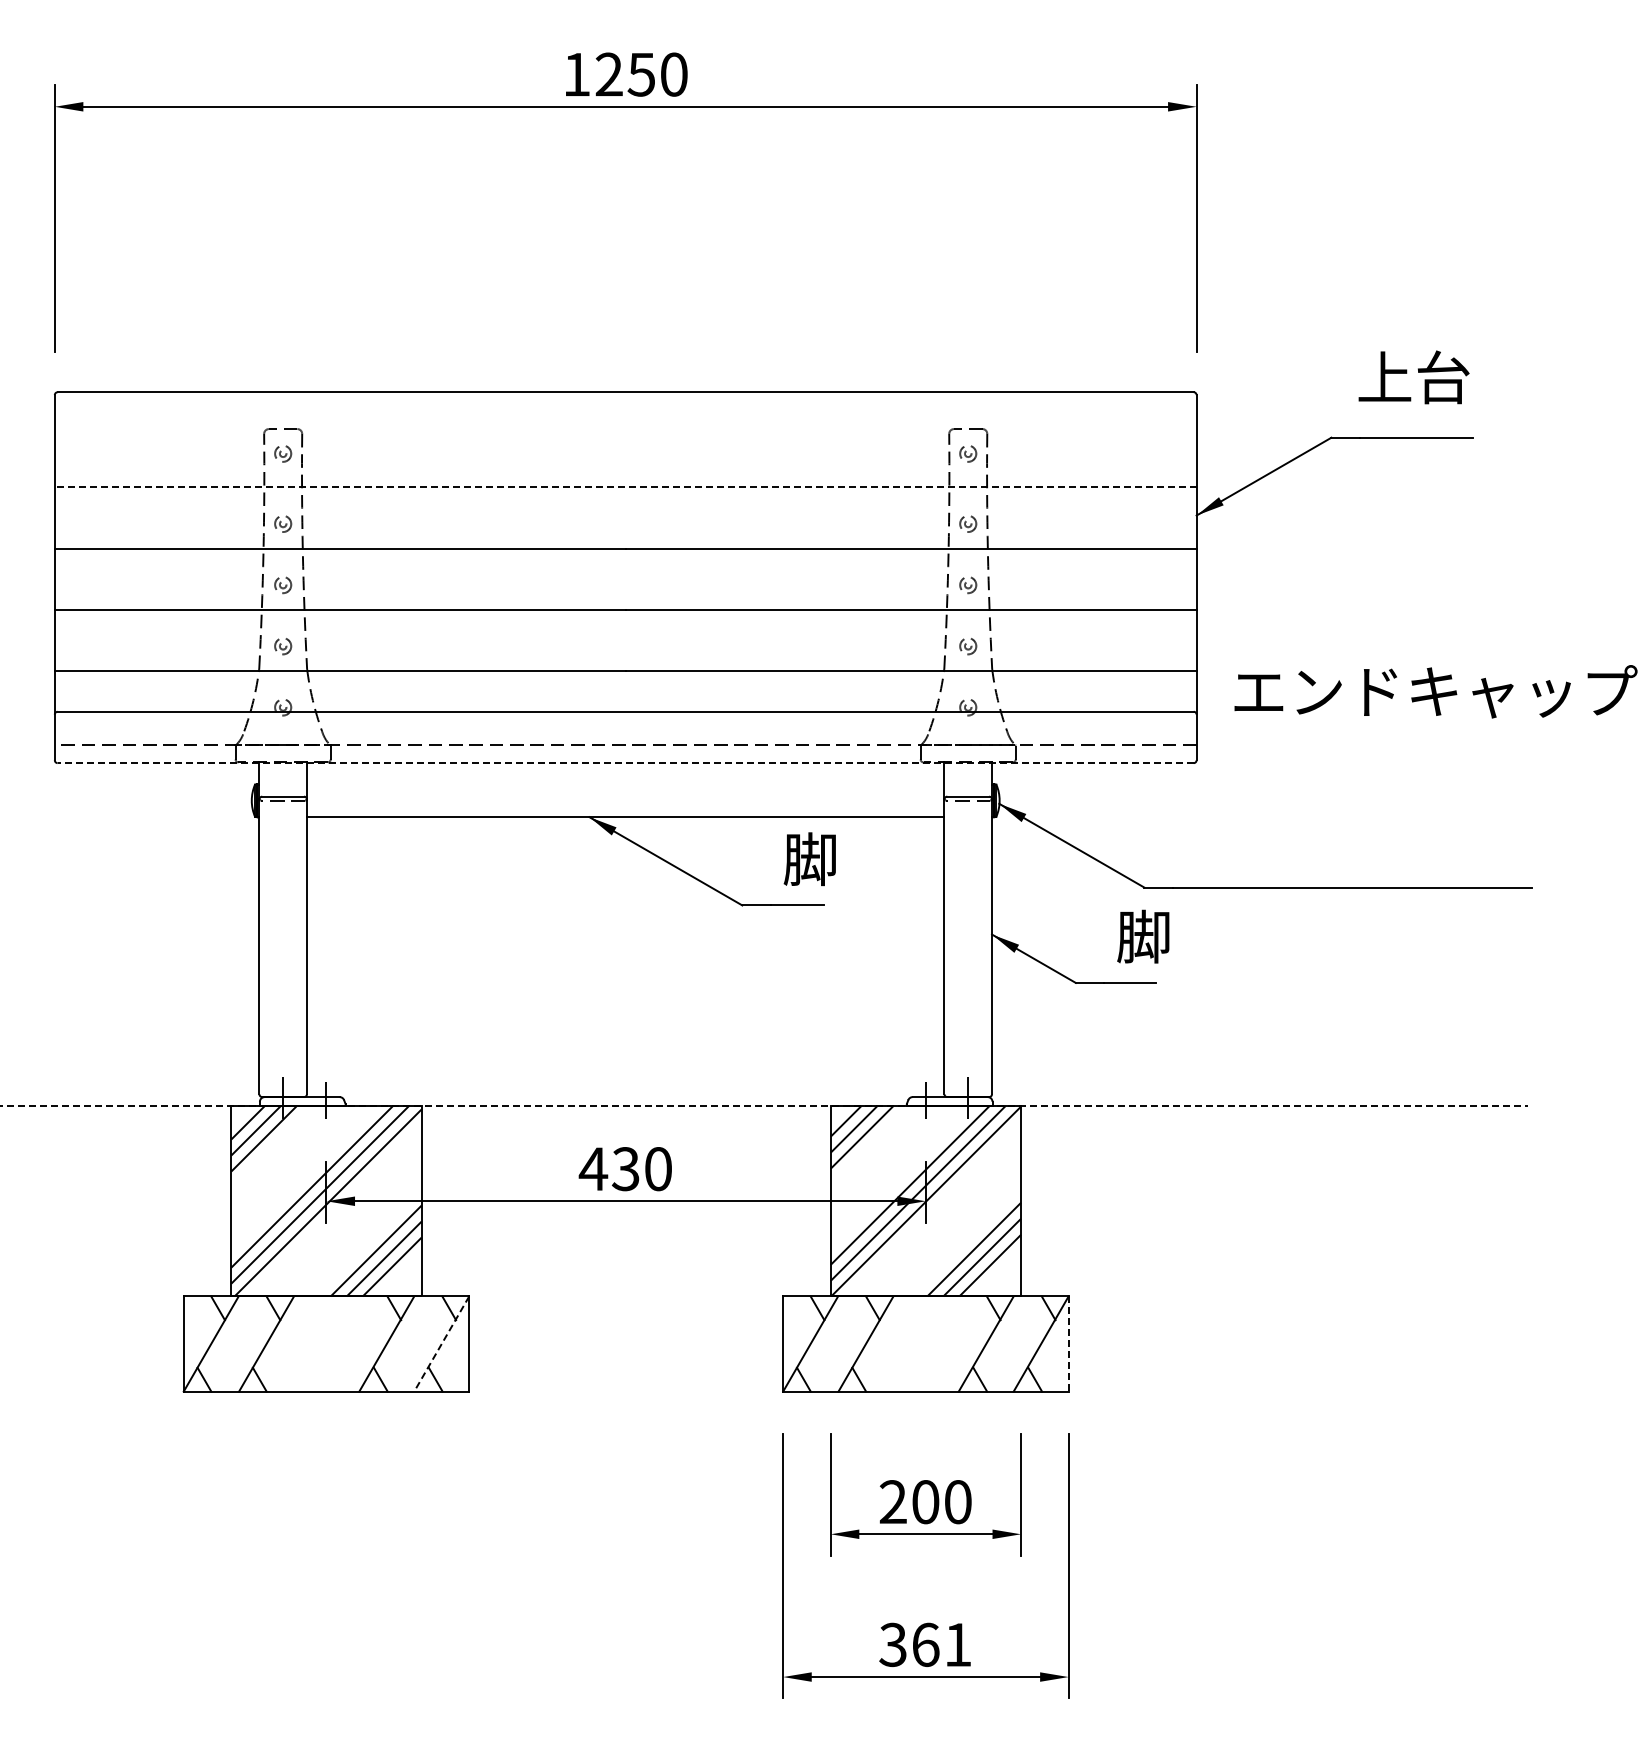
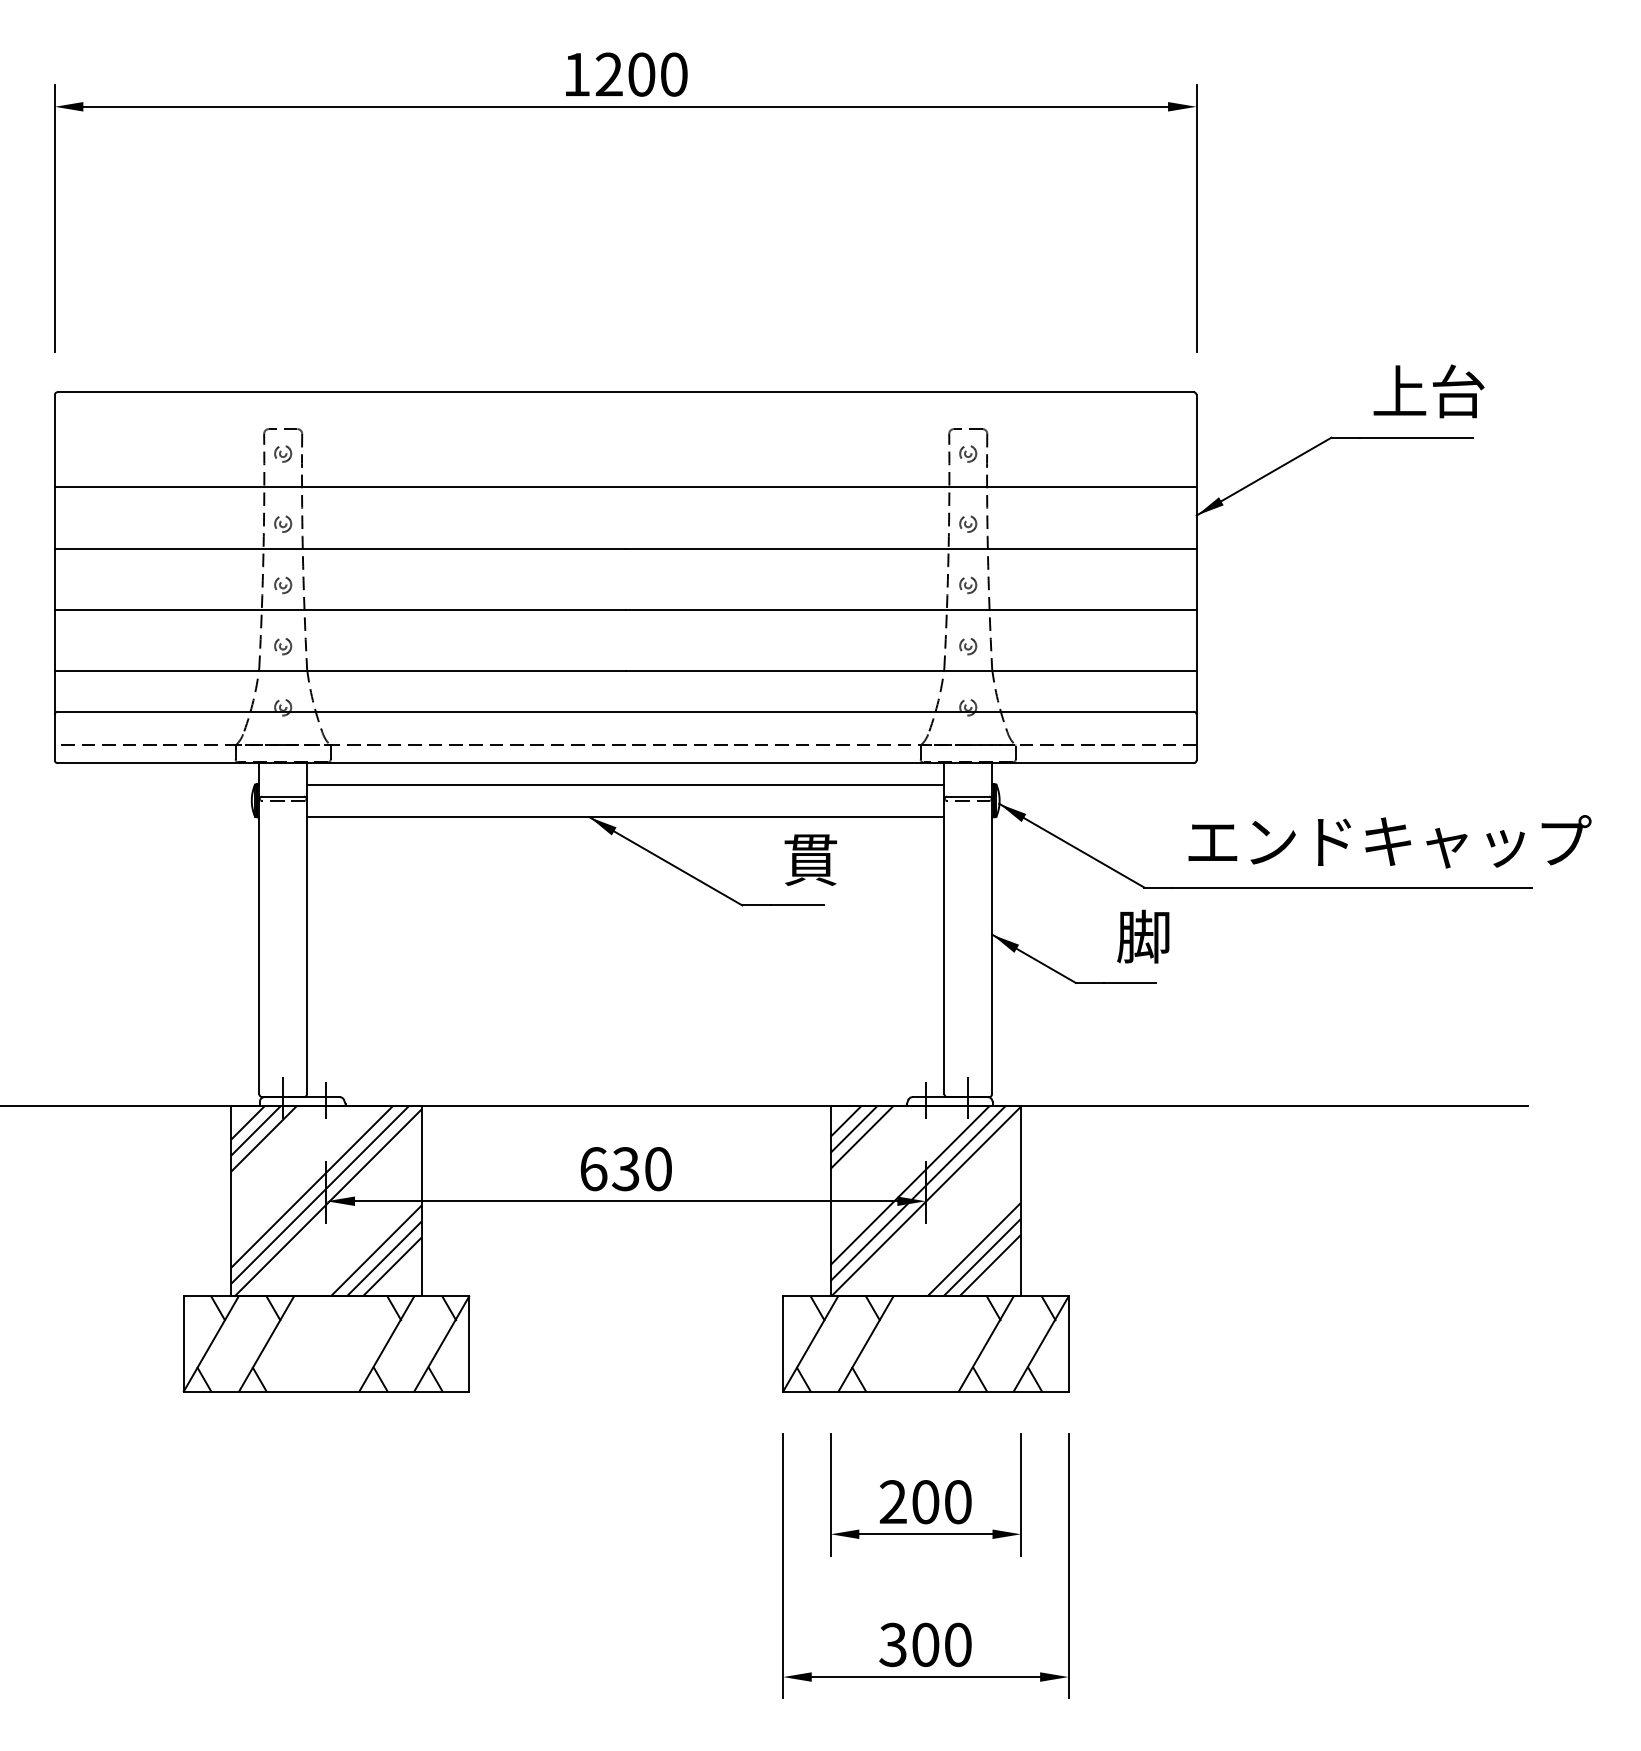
text at (641, 74): 1250 -> 1200
text at (1413, 377) position: (1413, 377) -> (1428, 391)
line at (625, 487): dashed -> solid
text at (1435, 691) position: (1435, 691) -> (1389, 841)
line at (625, 763): dashed -> solid
line at (625, 784): none -> present
text at (809, 859): 脚 -> 貫
line at (764, 1106): dashed -> solid
text at (593, 1169): 430 -> 630
line at (1068, 1343): dashed -> solid
line at (441, 1344): dashed -> solid
text at (941, 1644): 361 -> 300
